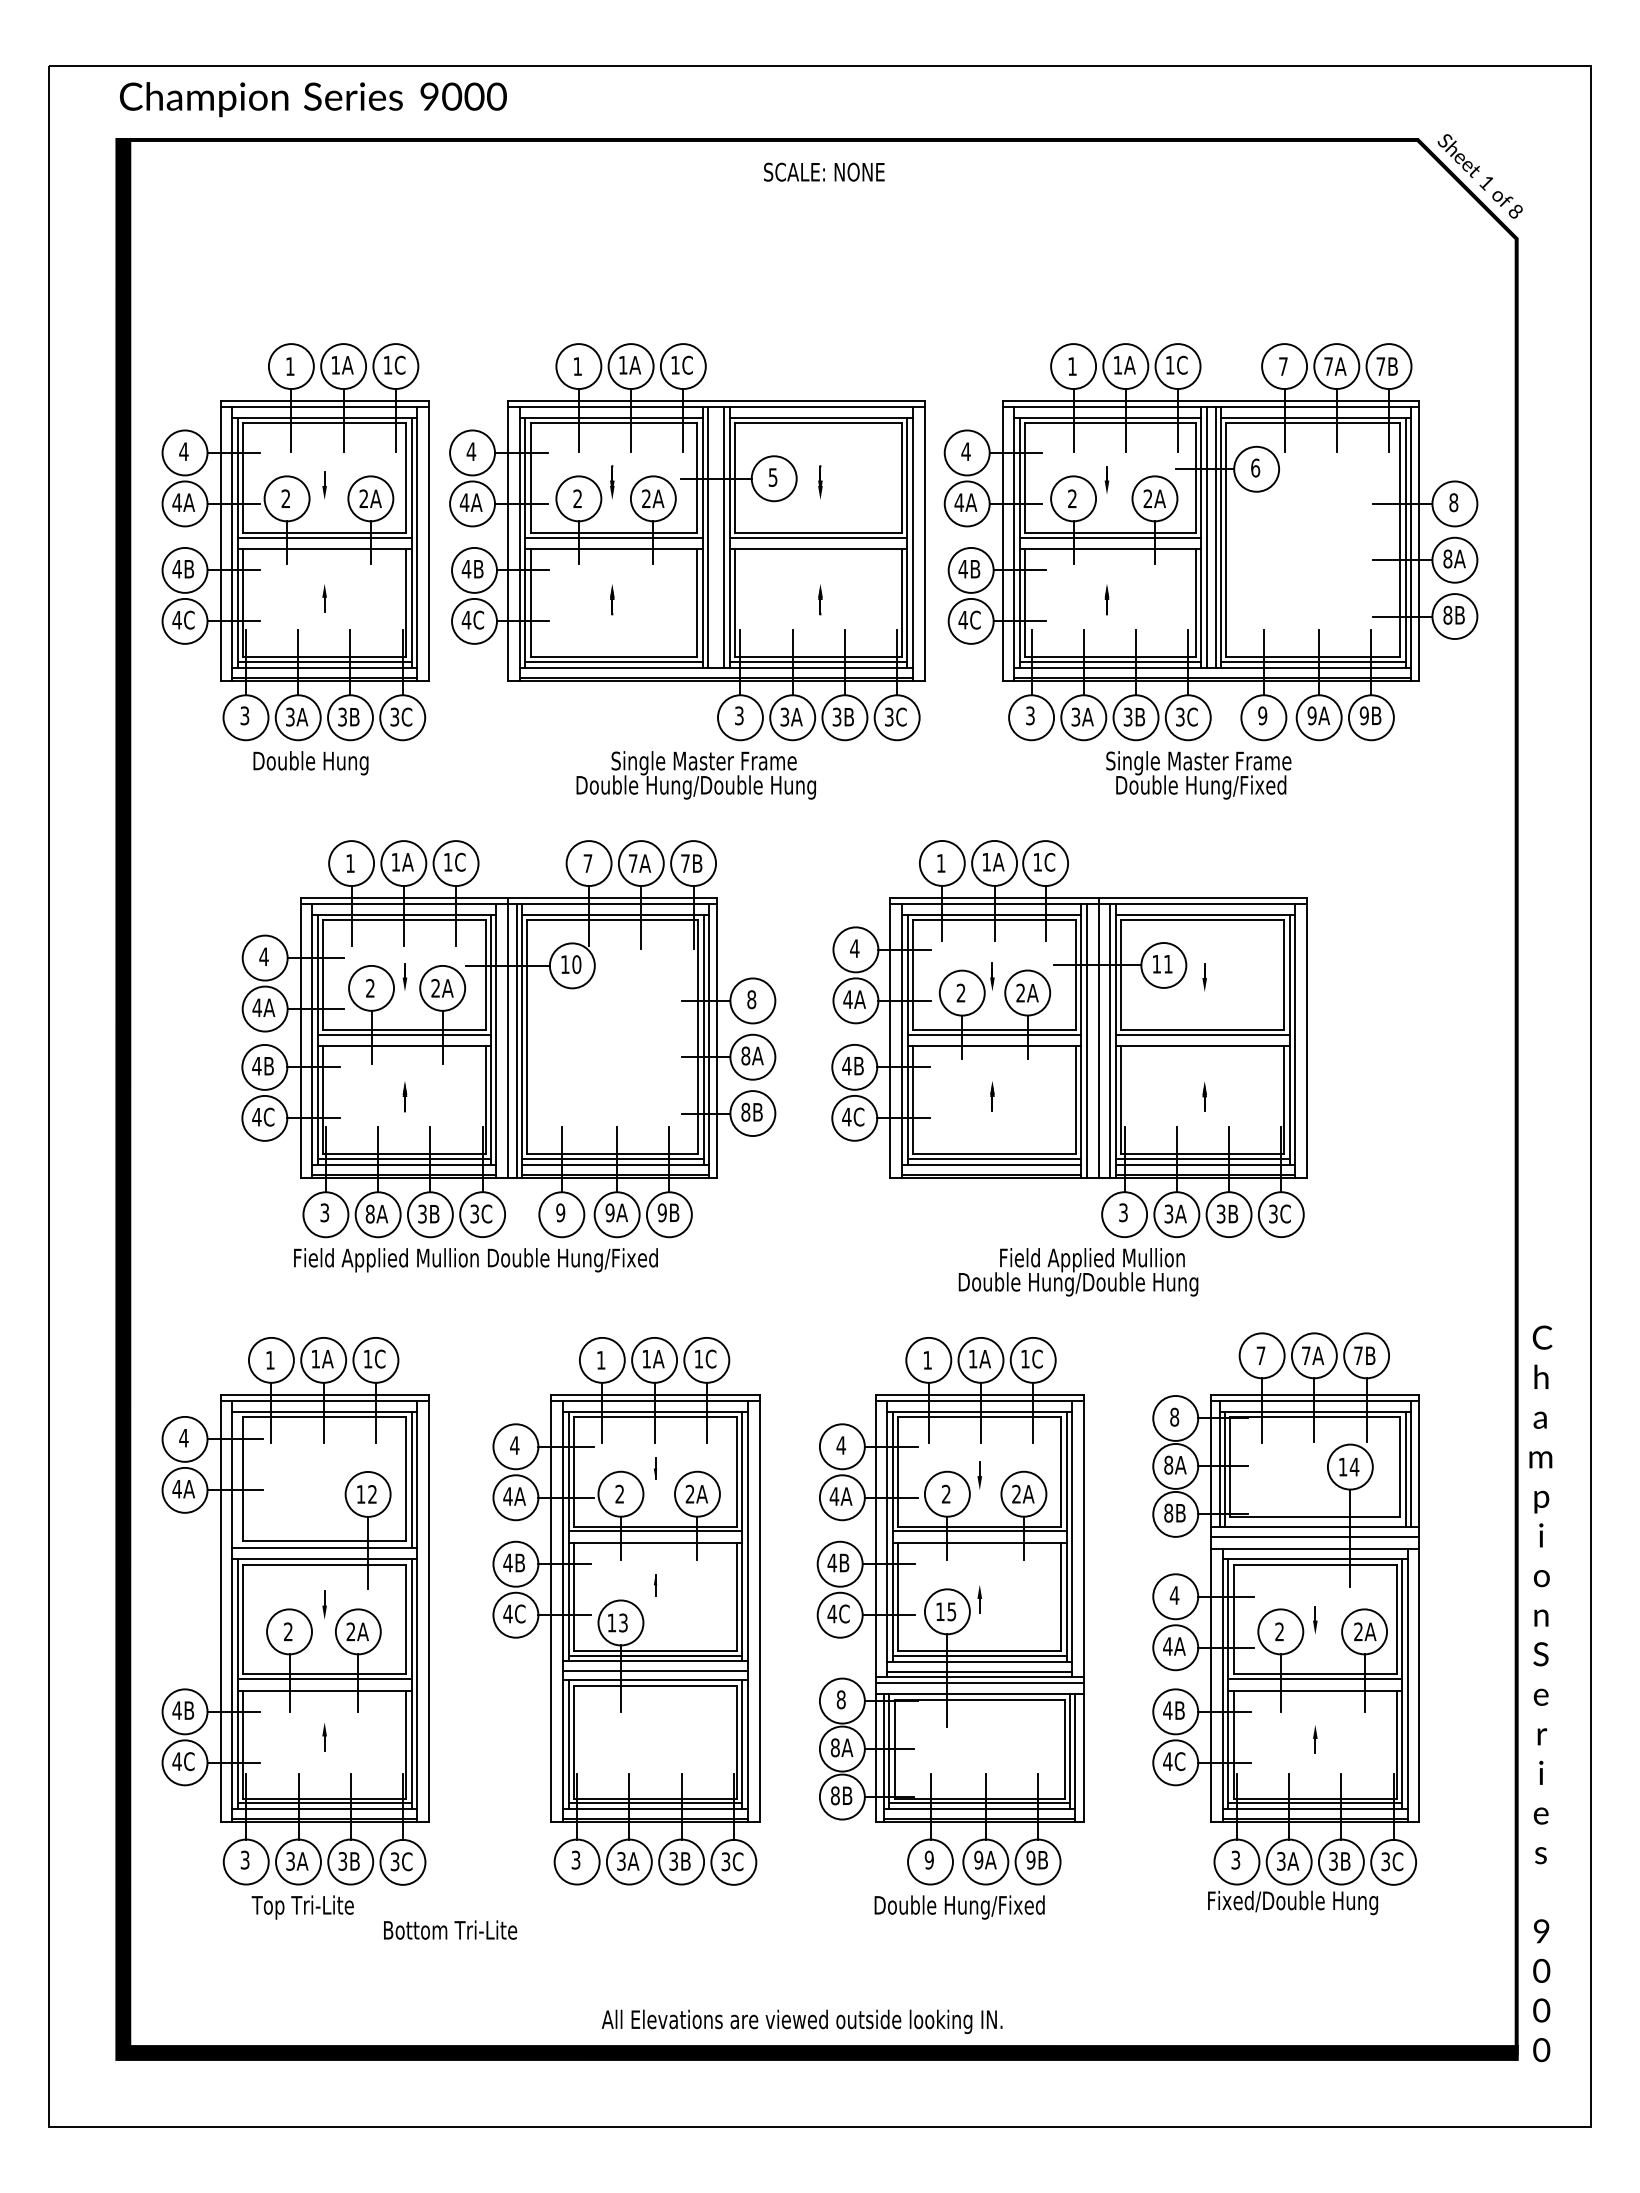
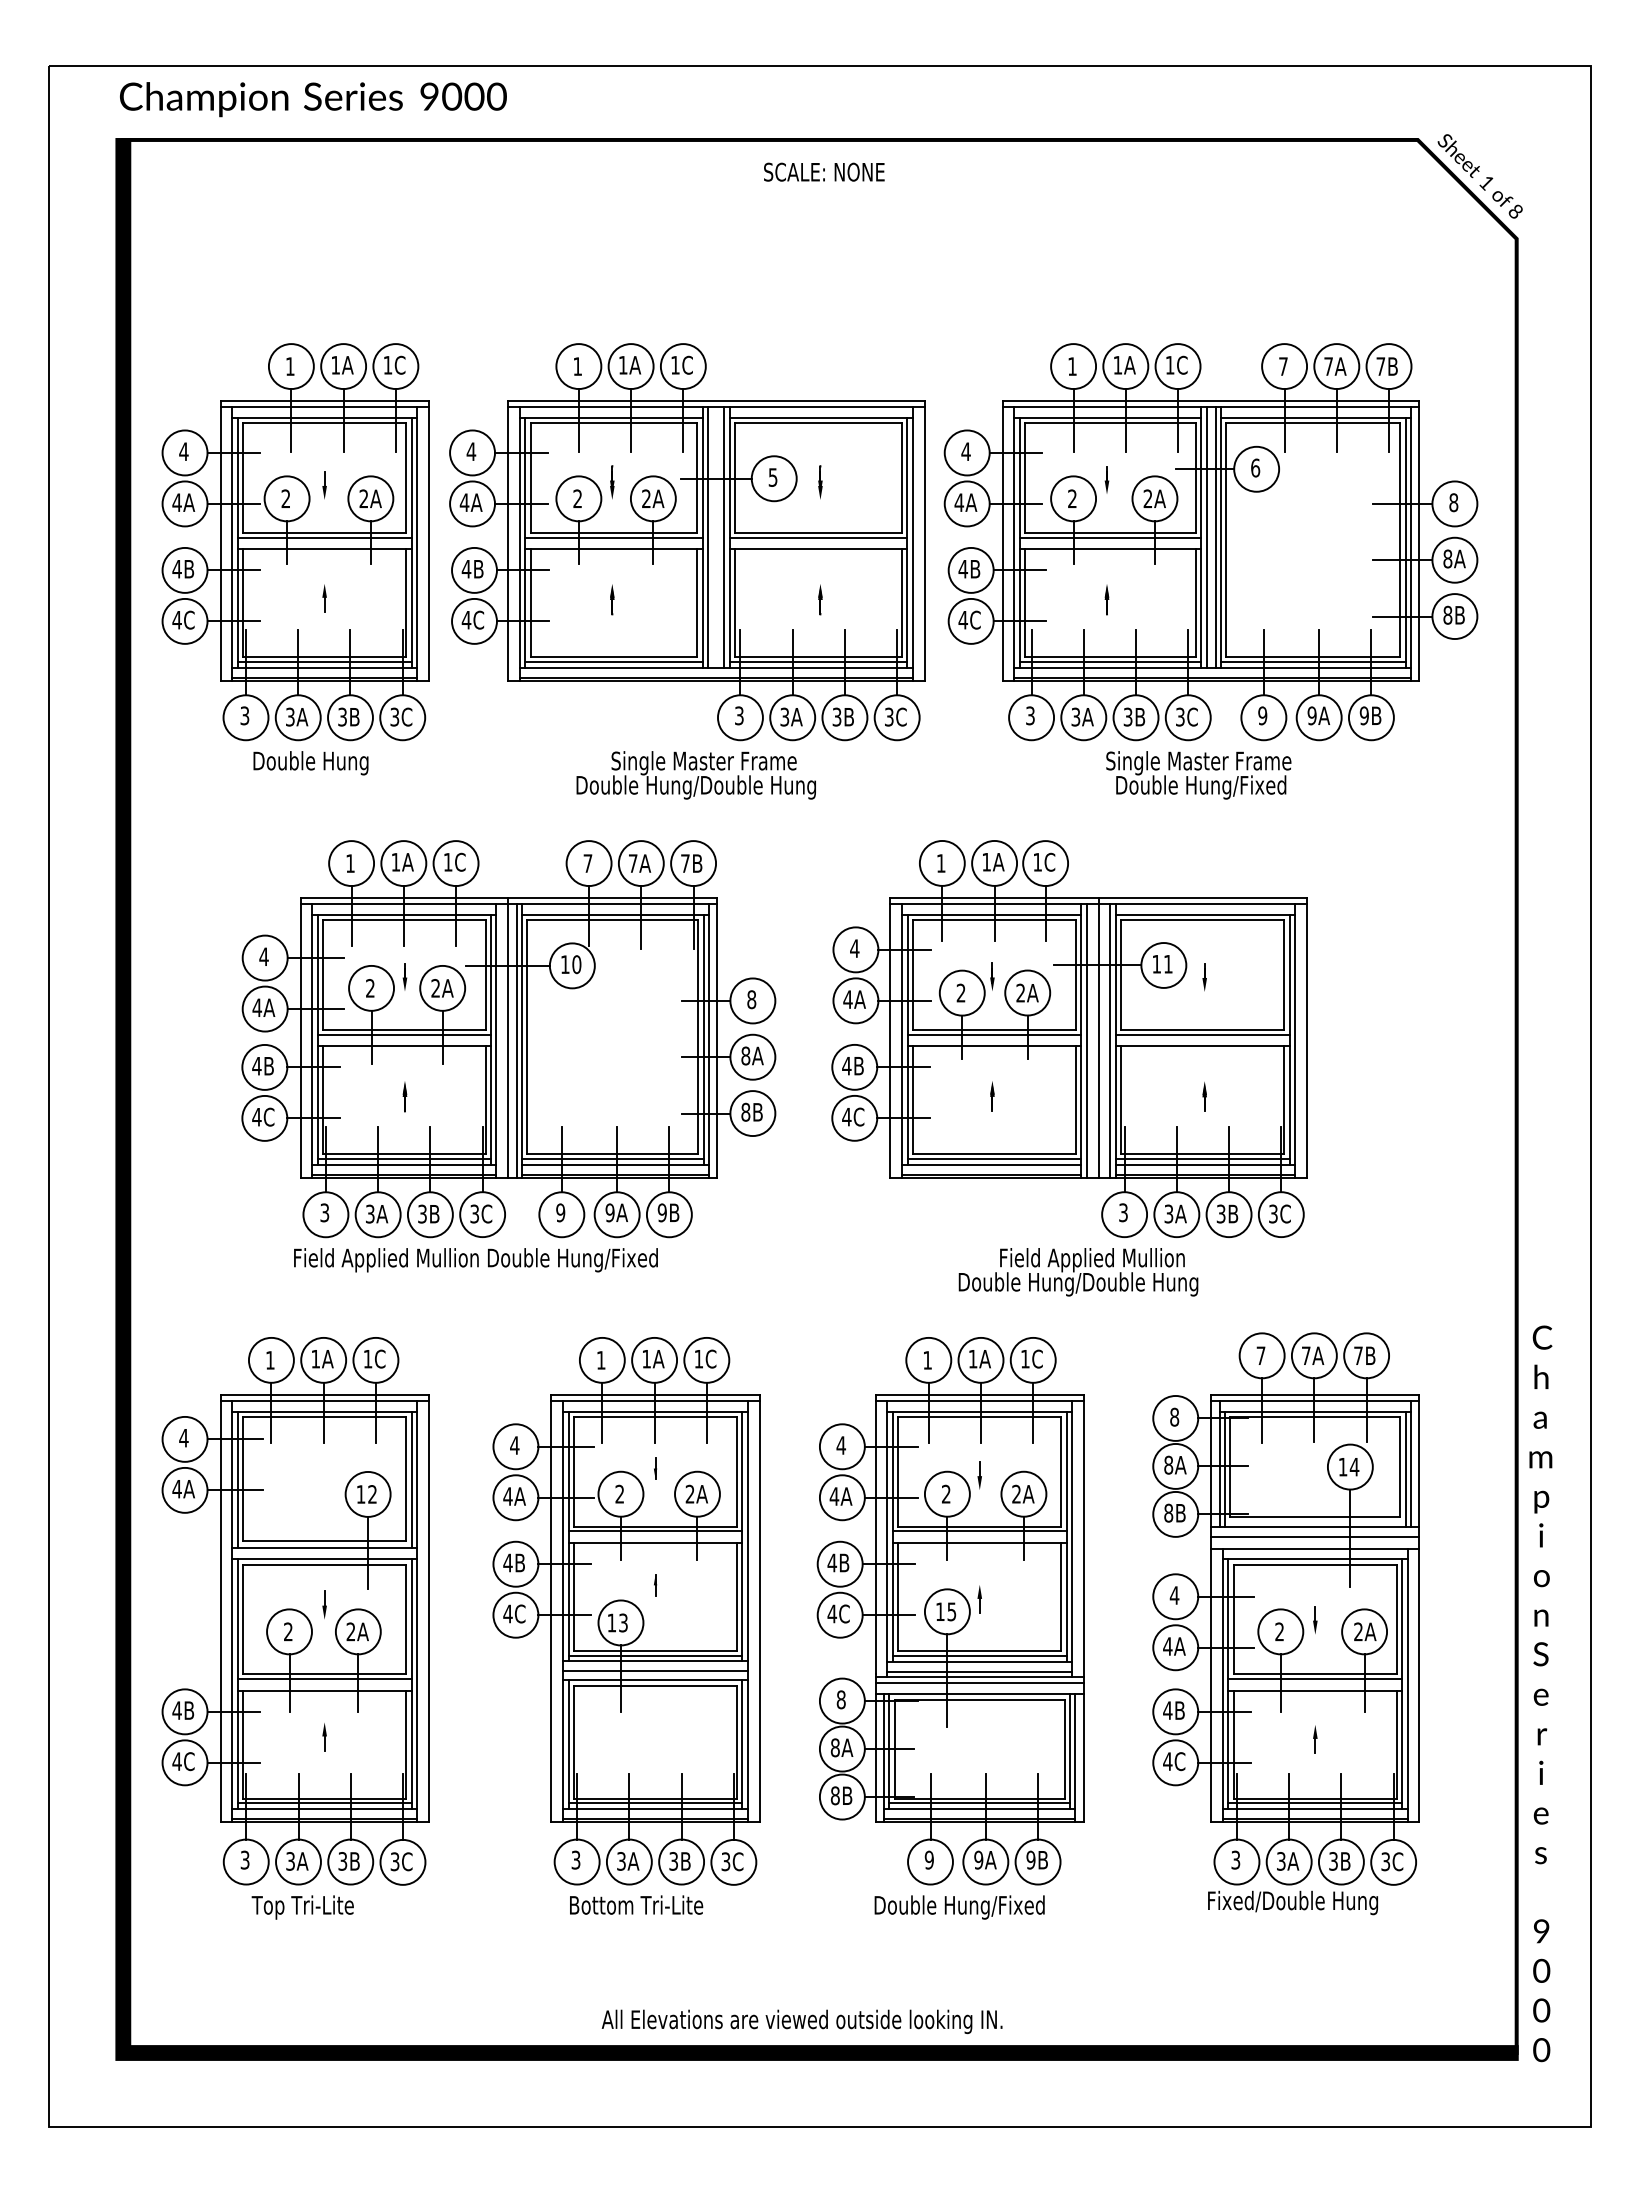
text at (369, 1213): 8A -> 3A
line at (237, 1479): none -> present
text at (450, 1929) position: (450, 1929) -> (636, 1904)
